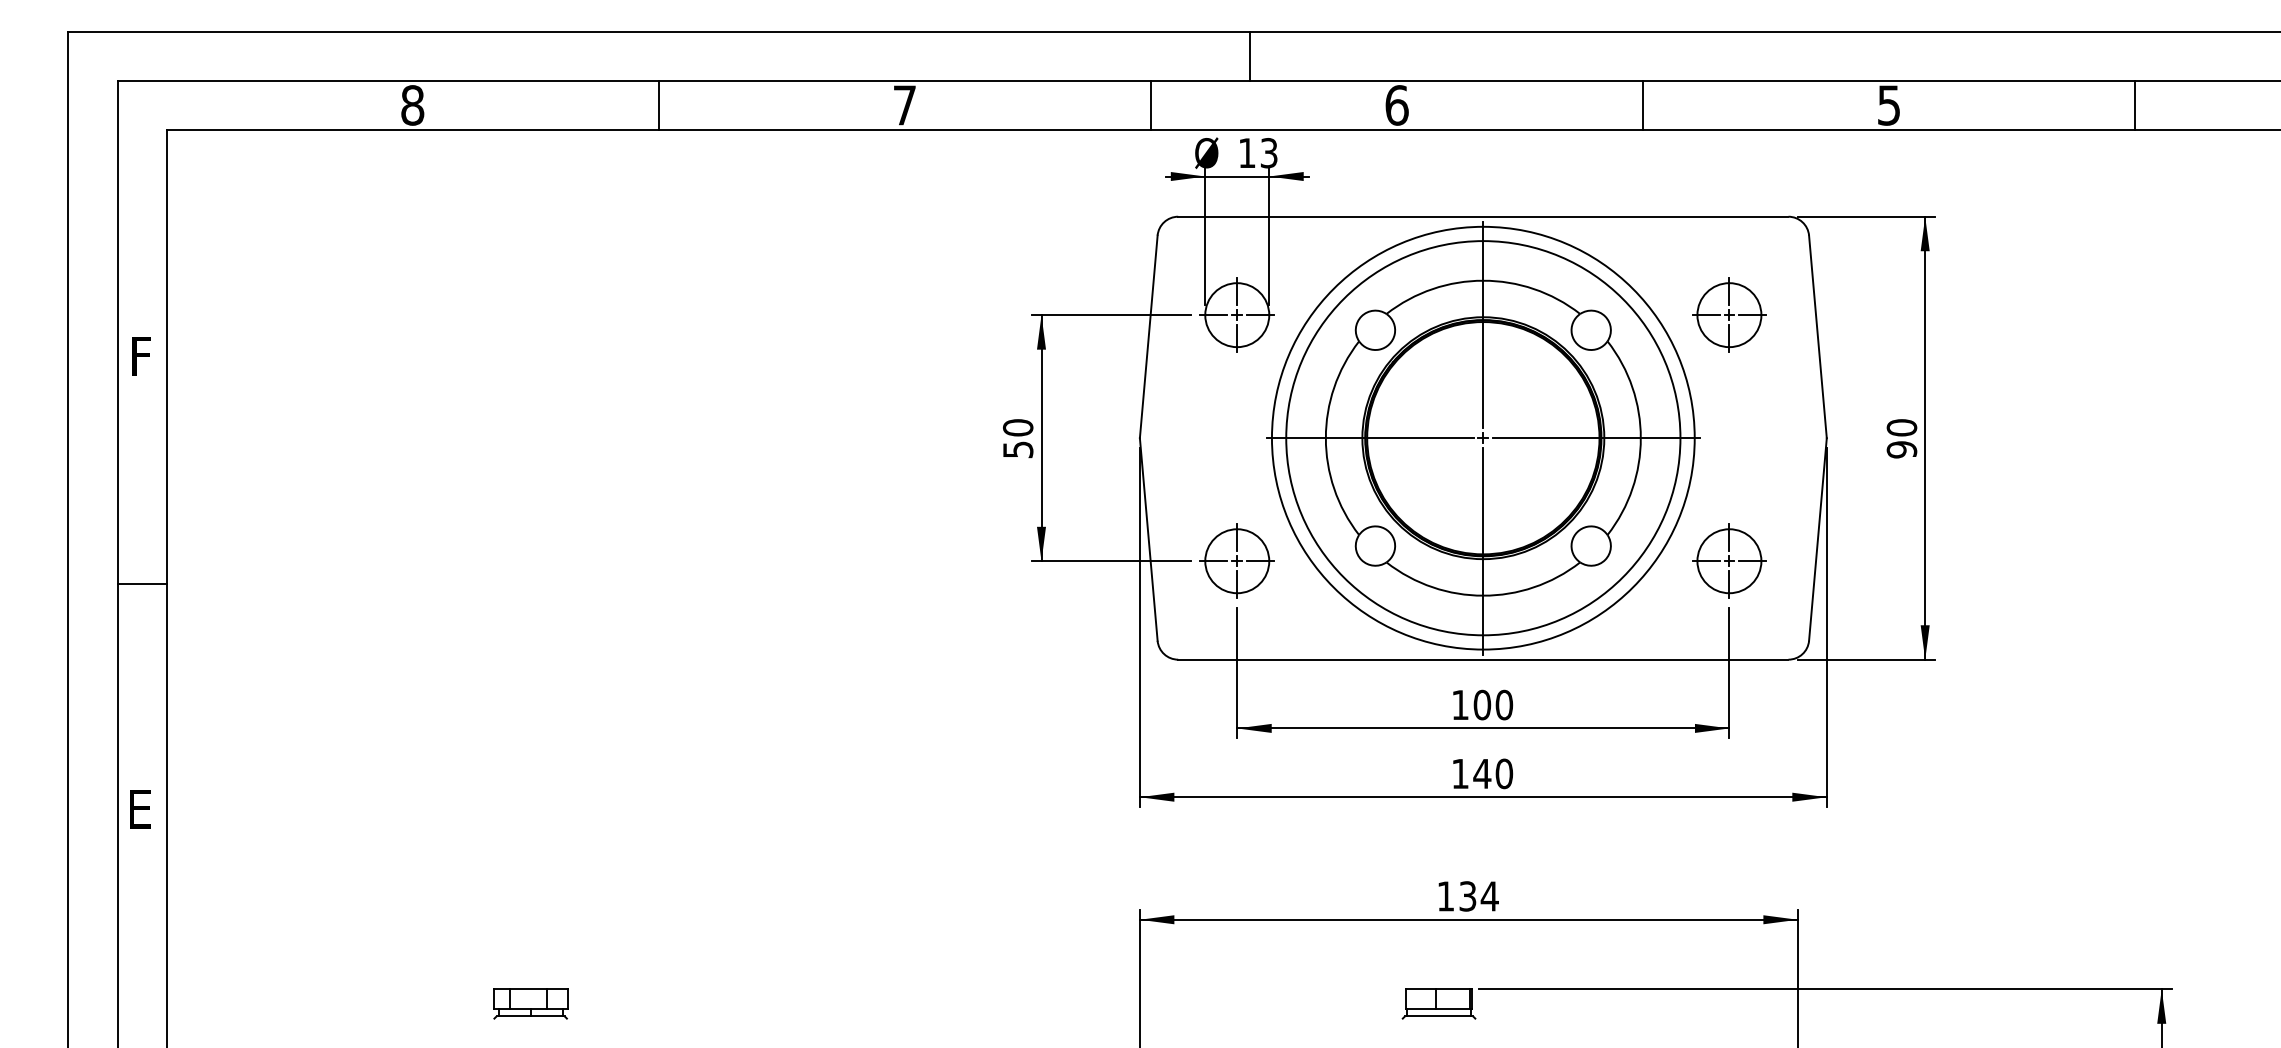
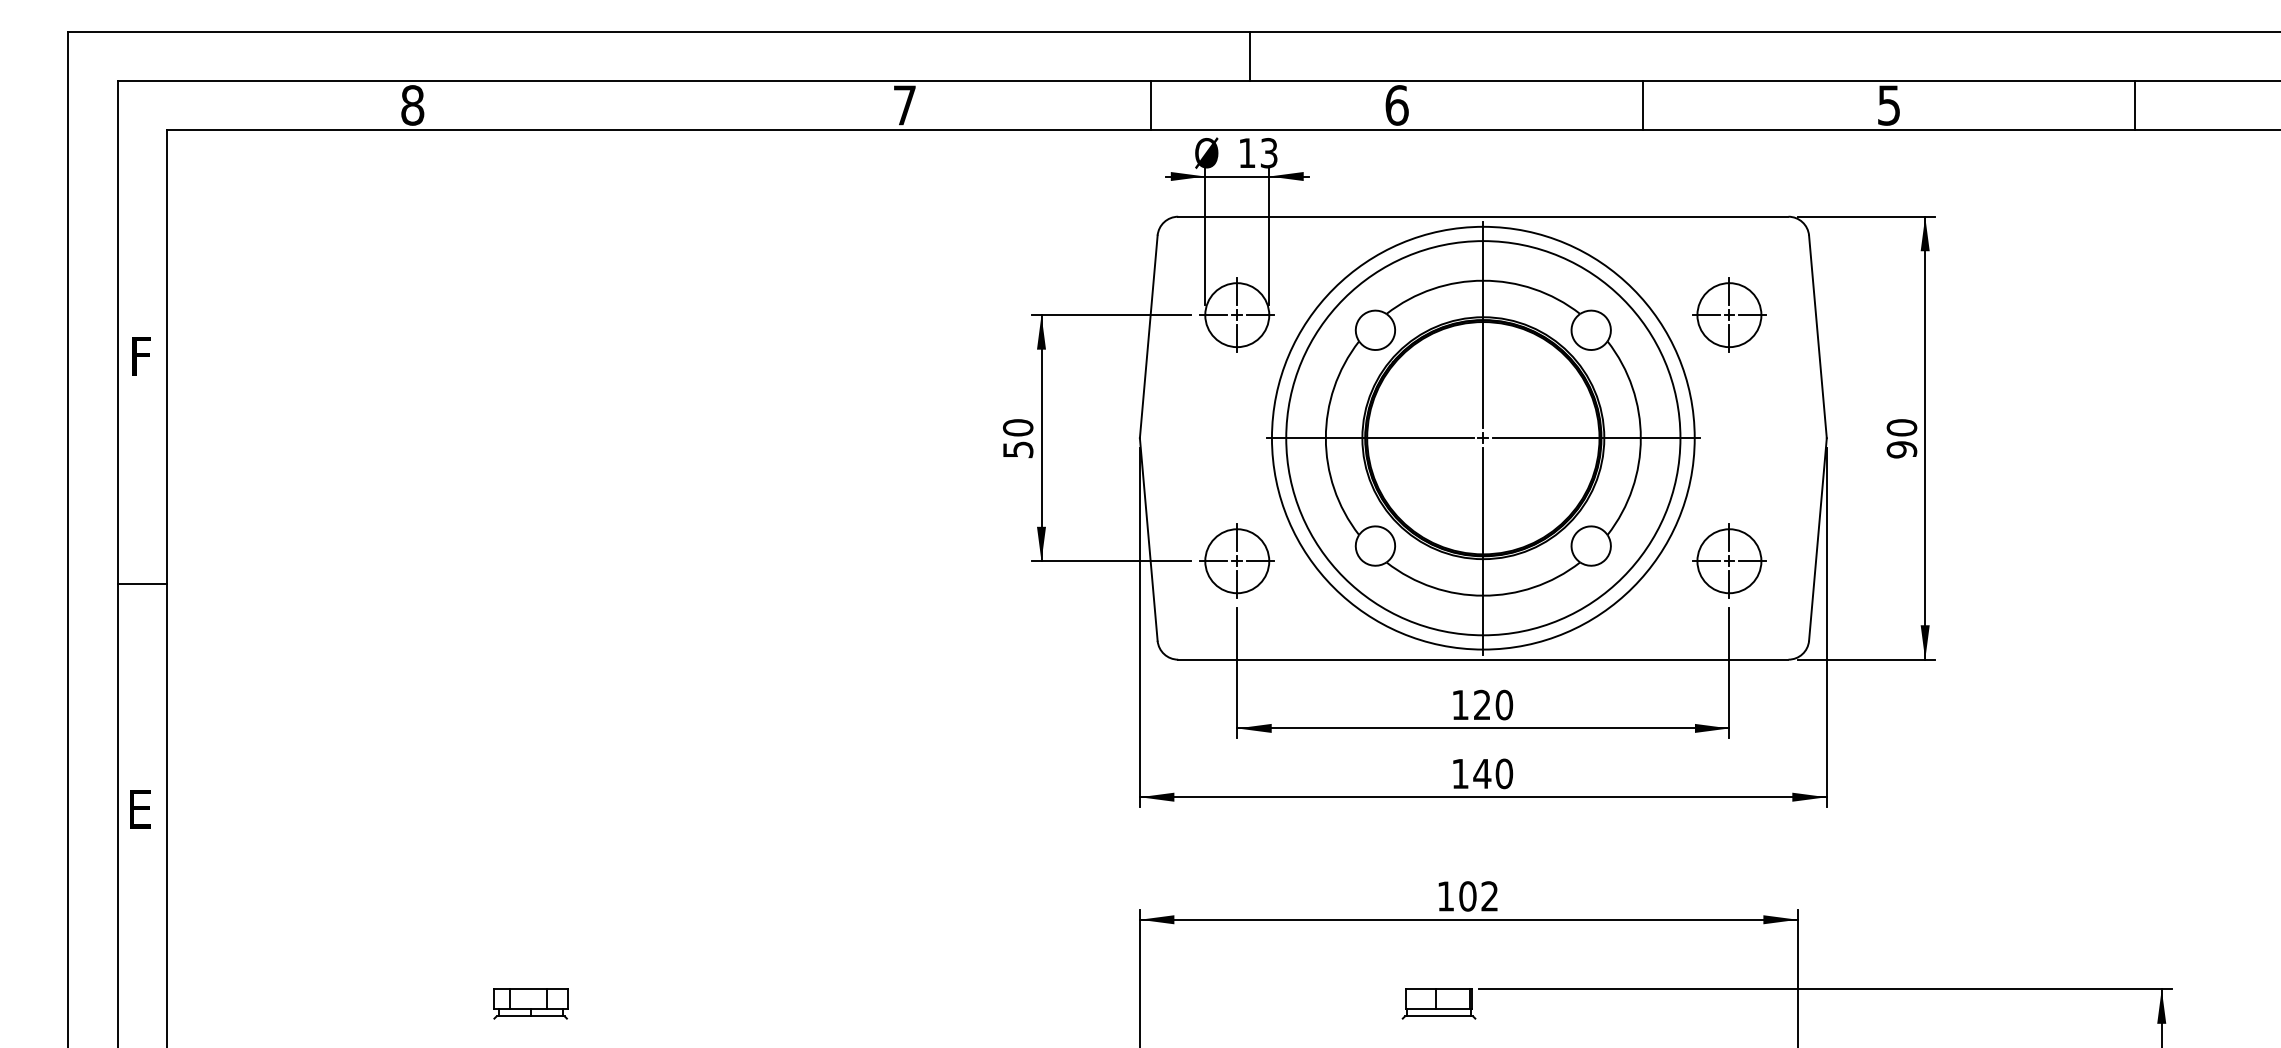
line at (659, 104): present -> none
text at (1482, 704): 100 -> 120
text at (1478, 896): 134 -> 102
